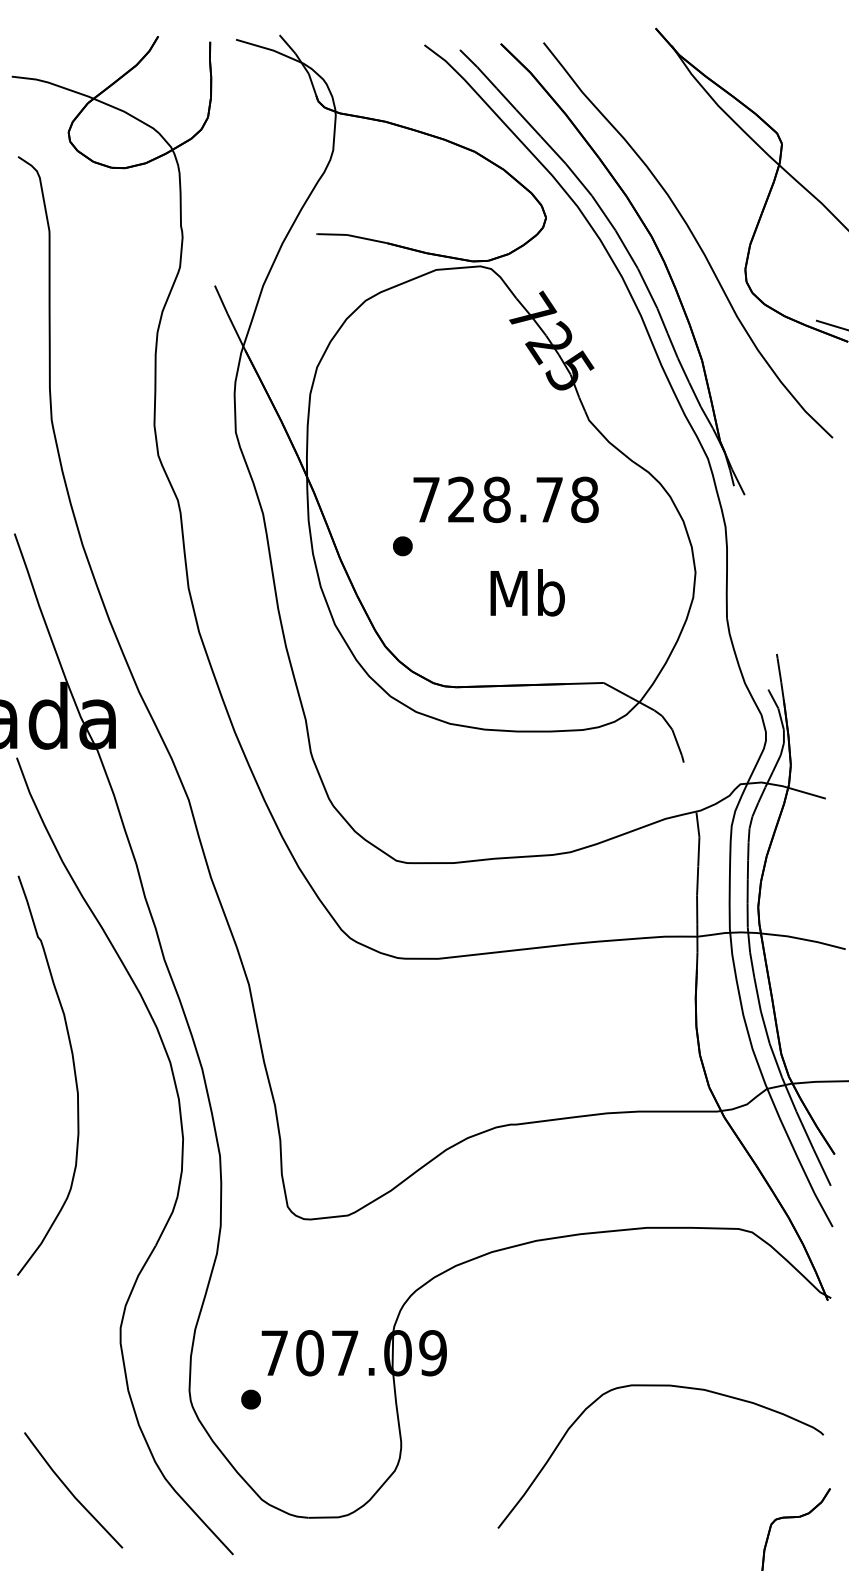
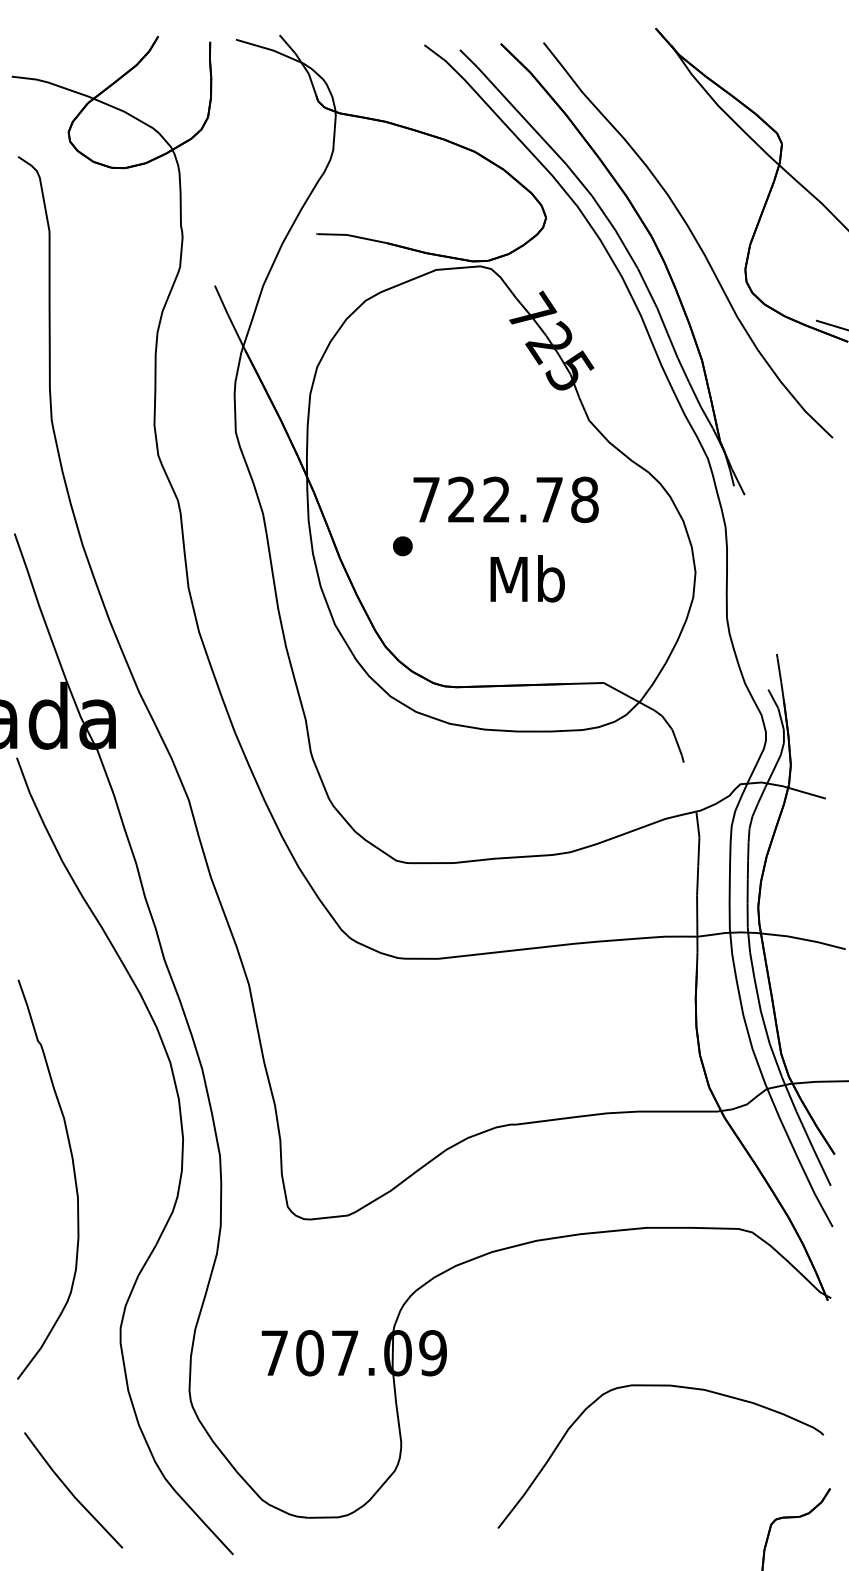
text at (496, 499): 728.78 -> 722.78
text at (527, 592) position: (527, 592) -> (527, 578)
curve at (73, 1070) position: (73, 1070) -> (73, 1174)
part at (250, 1399): present -> none
